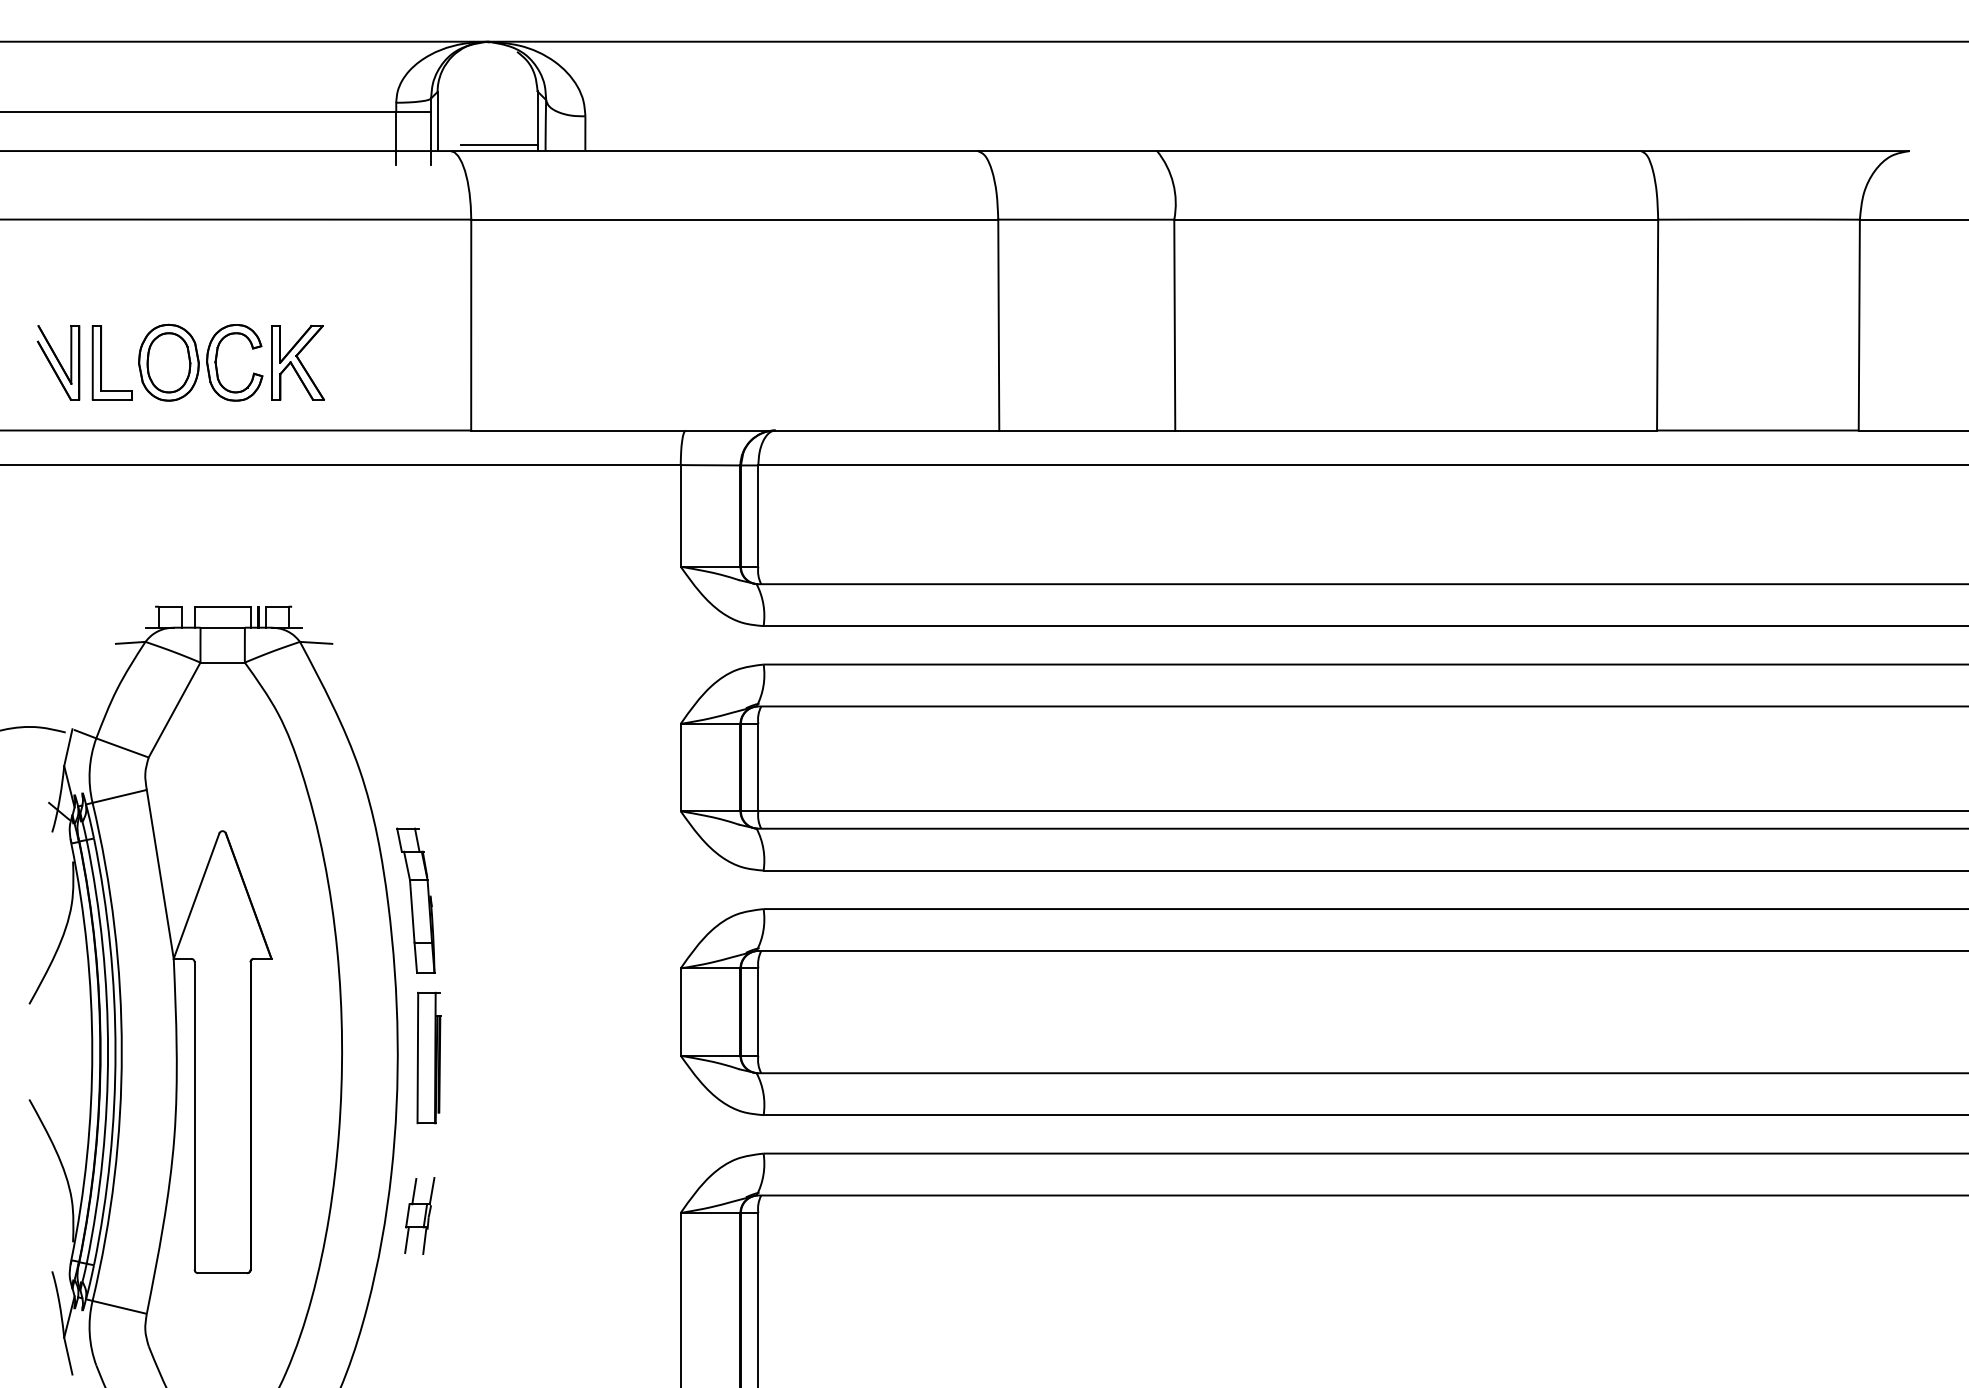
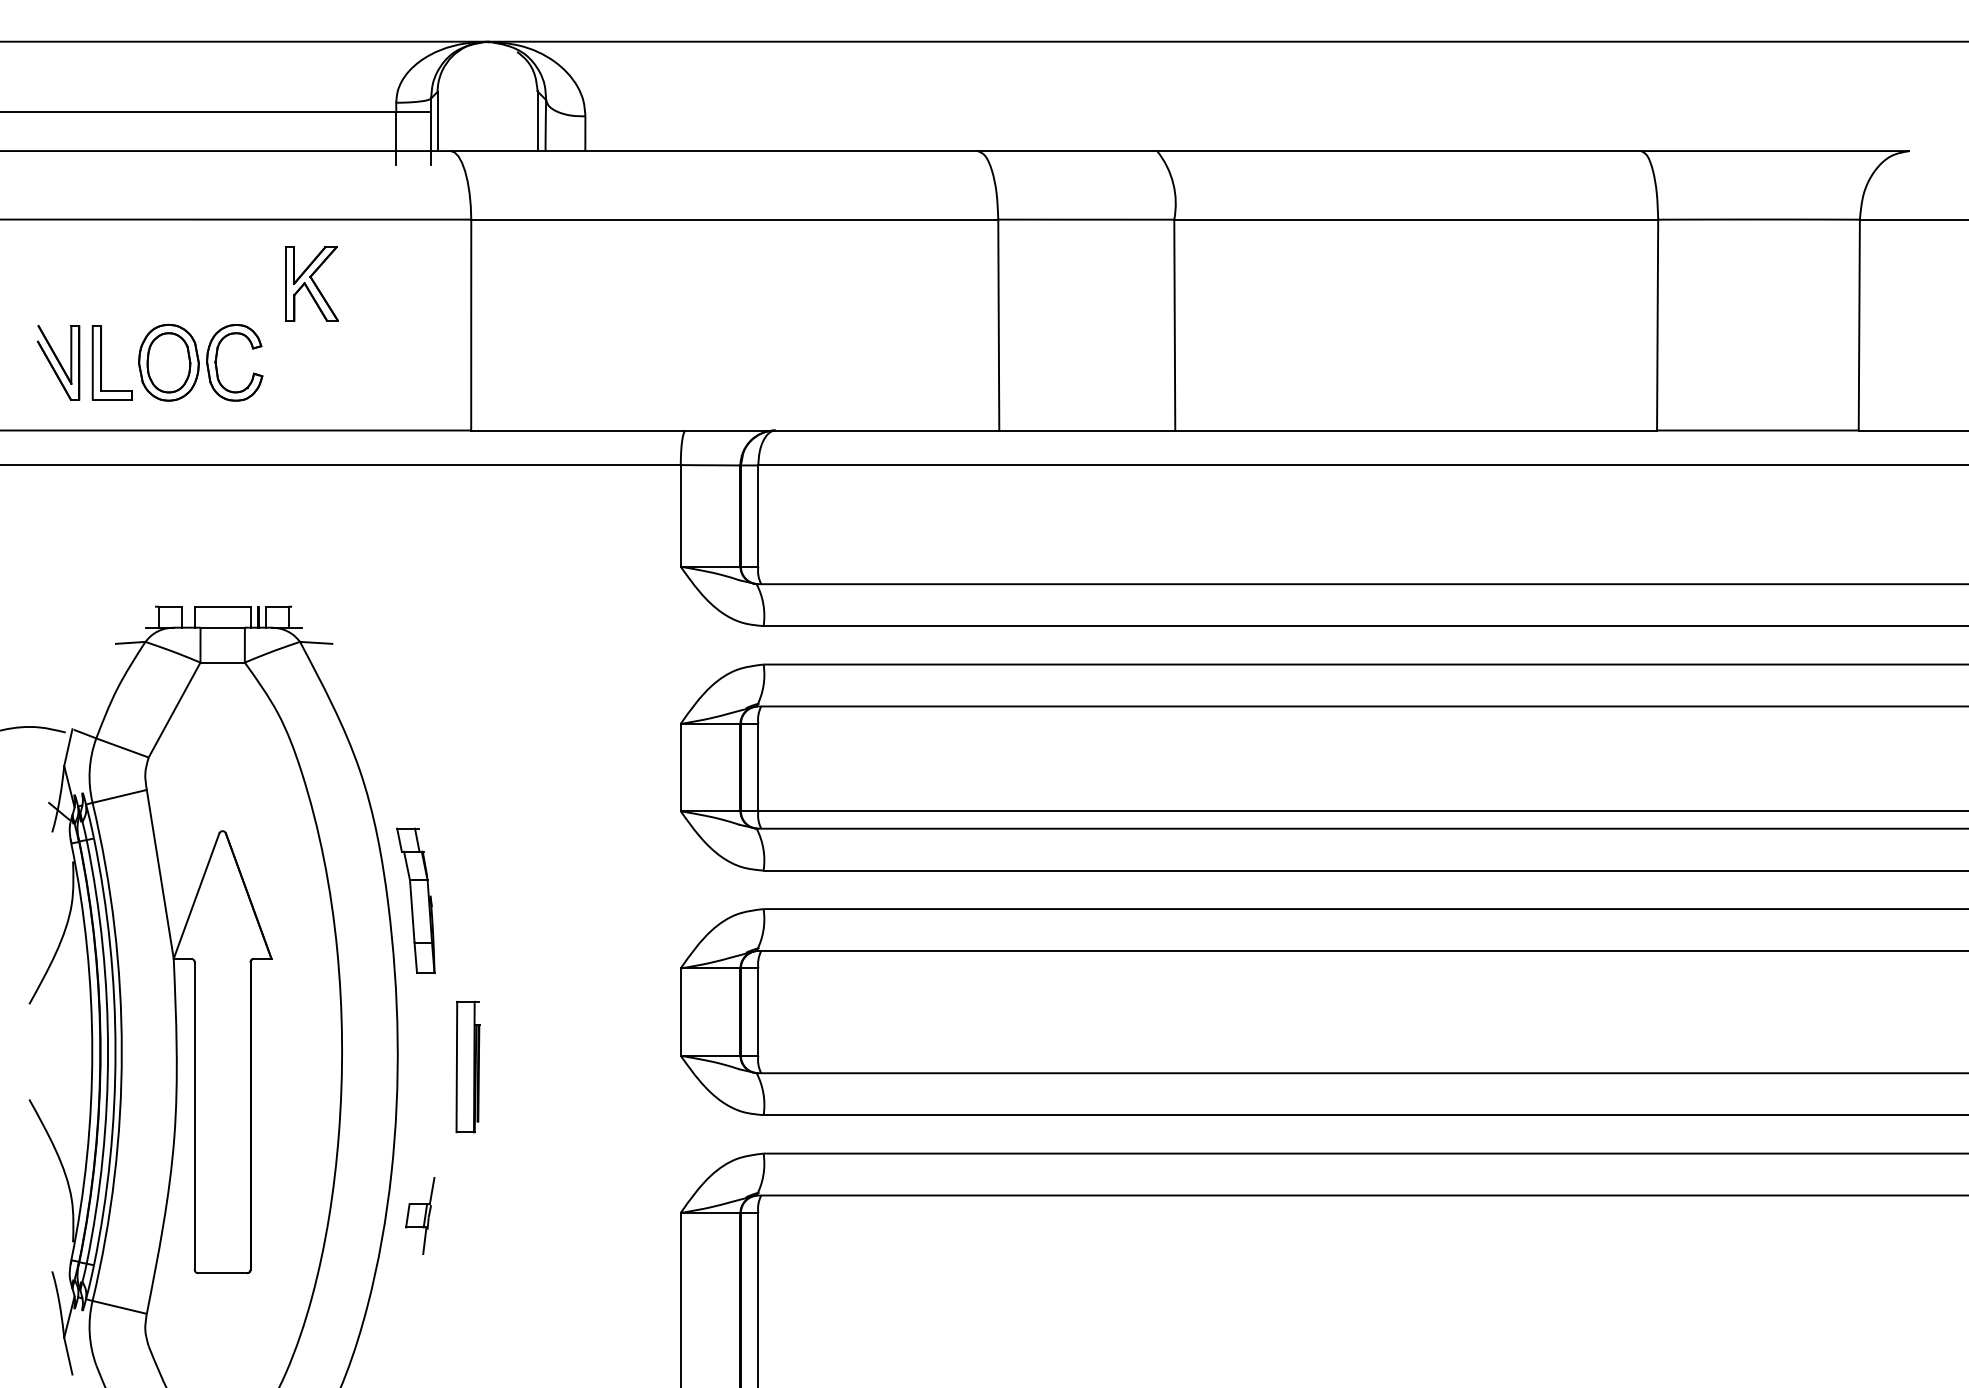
line at (499, 145): present -> none
part at (297, 362) position: (297, 362) -> (311, 283)
part at (428, 1057) position: (428, 1057) -> (467, 1066)
line at (414, 1191): present -> none
line at (406, 1240): present -> none
